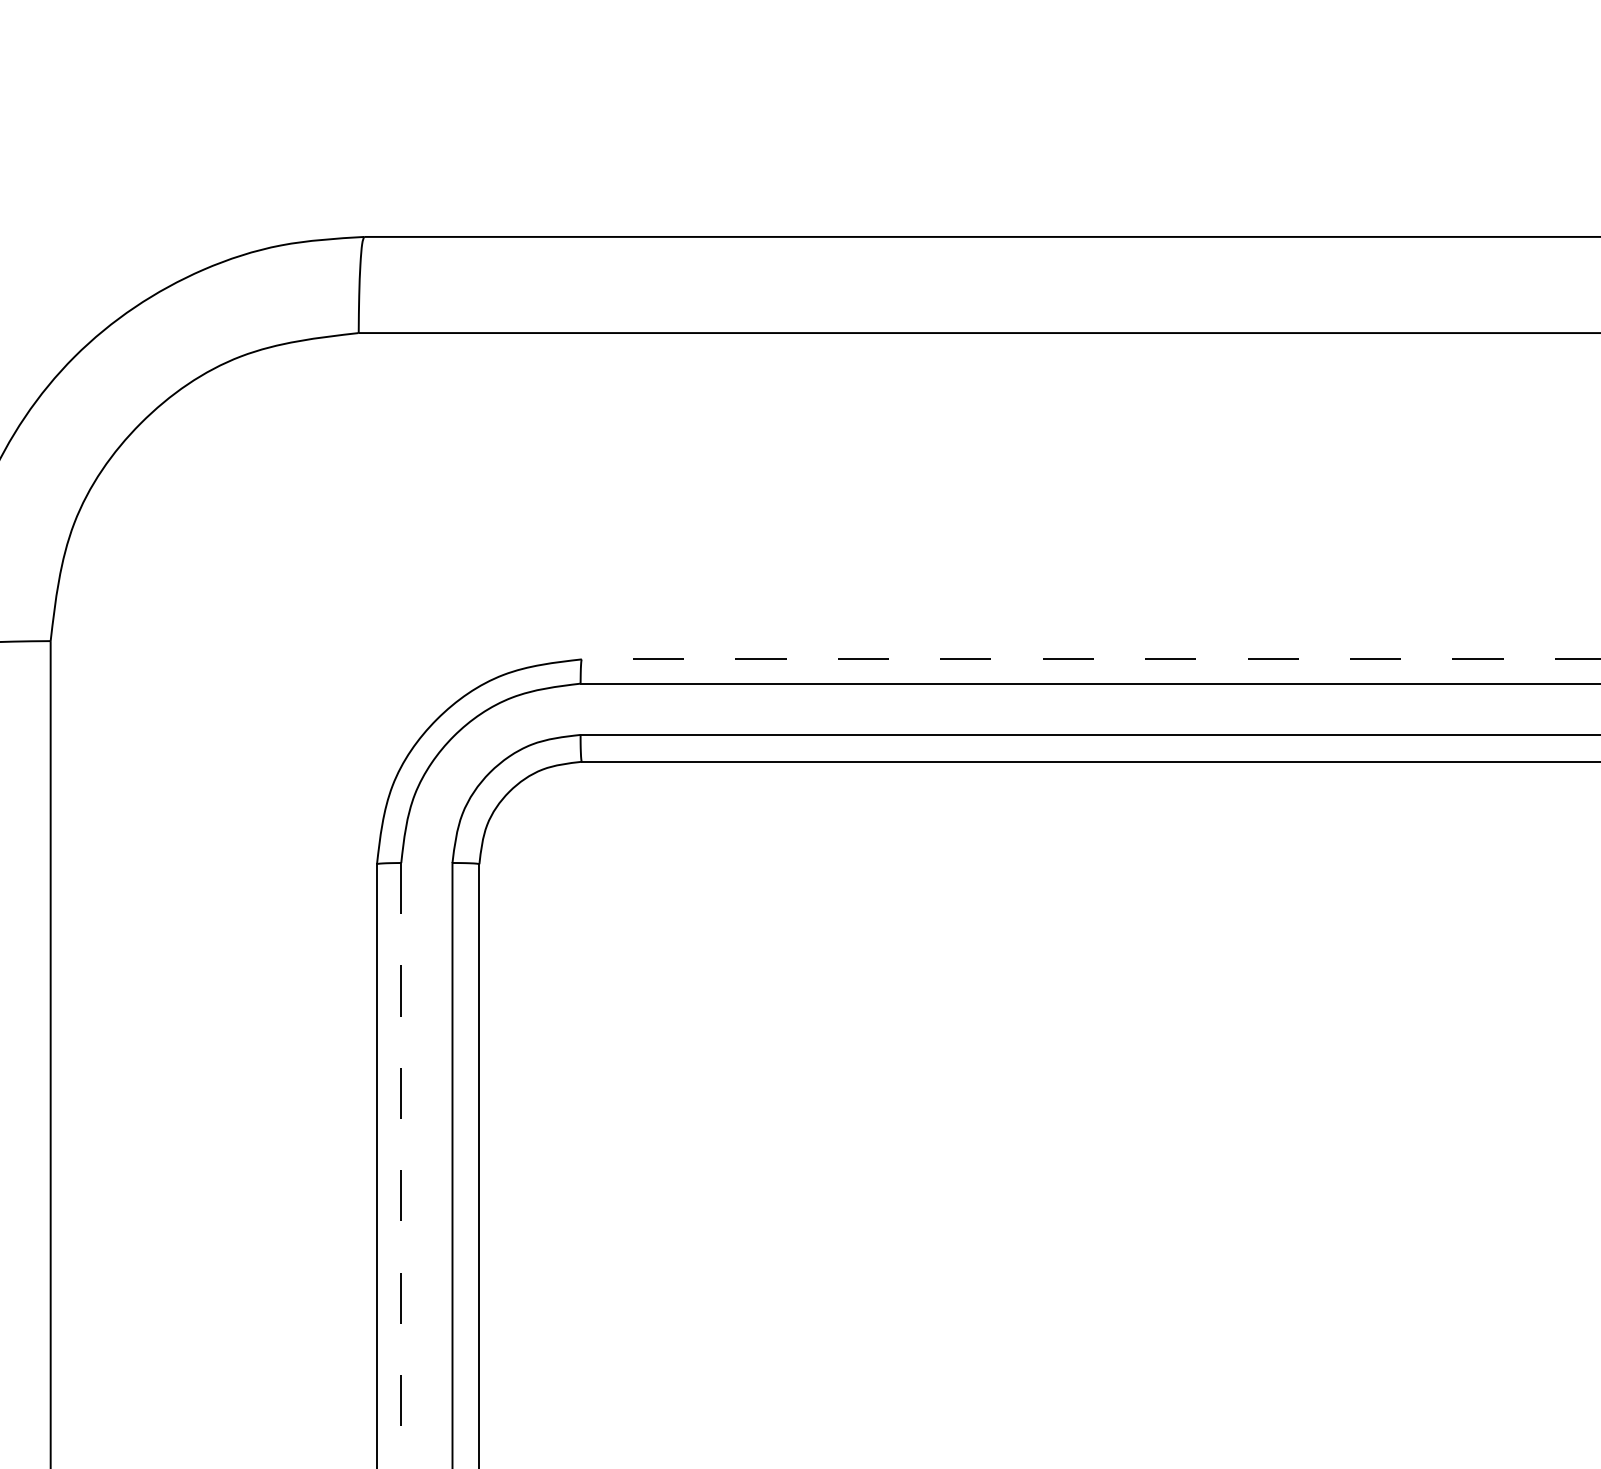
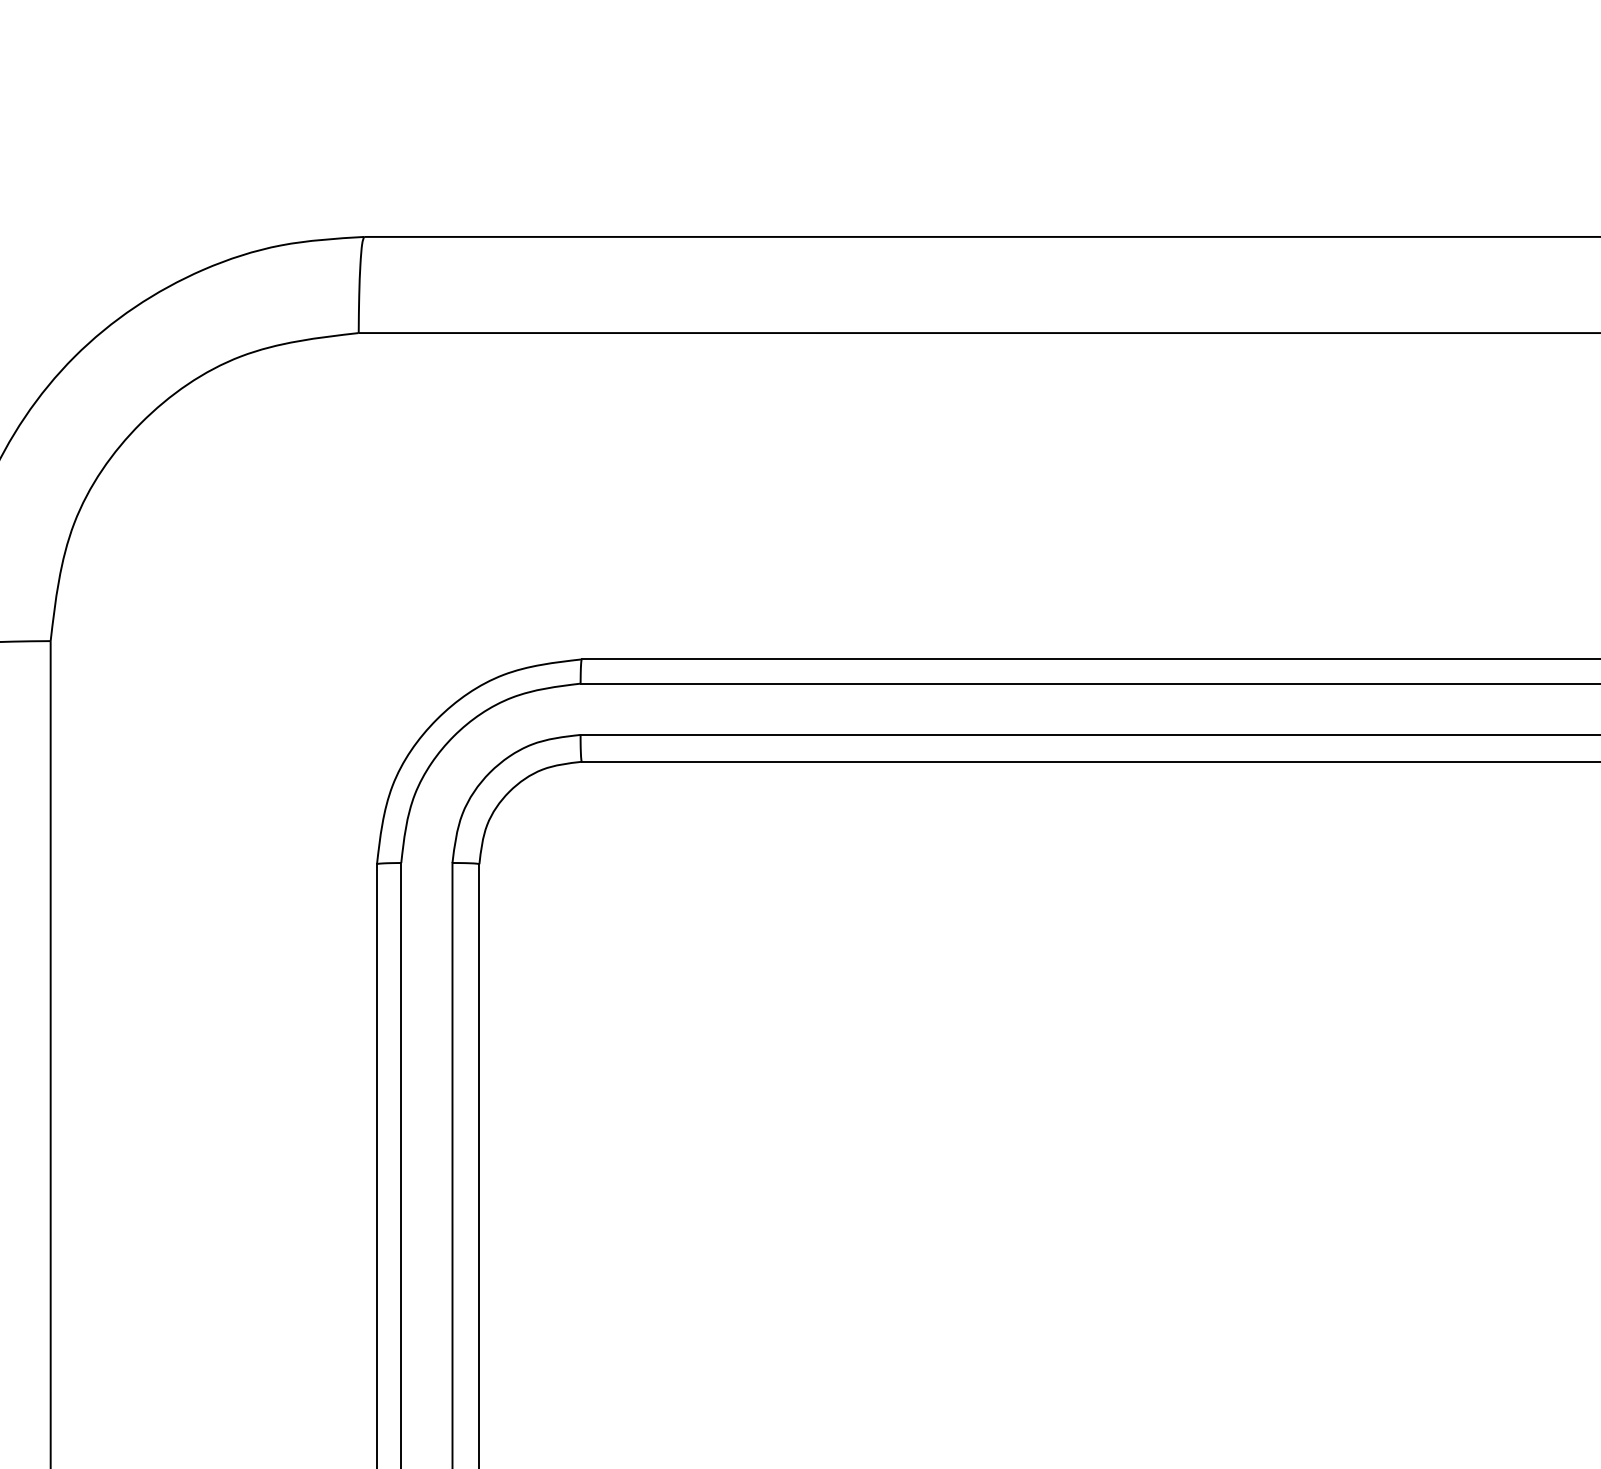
line at (1090, 659): dashed -> solid
line at (401, 1165): dashed -> solid
